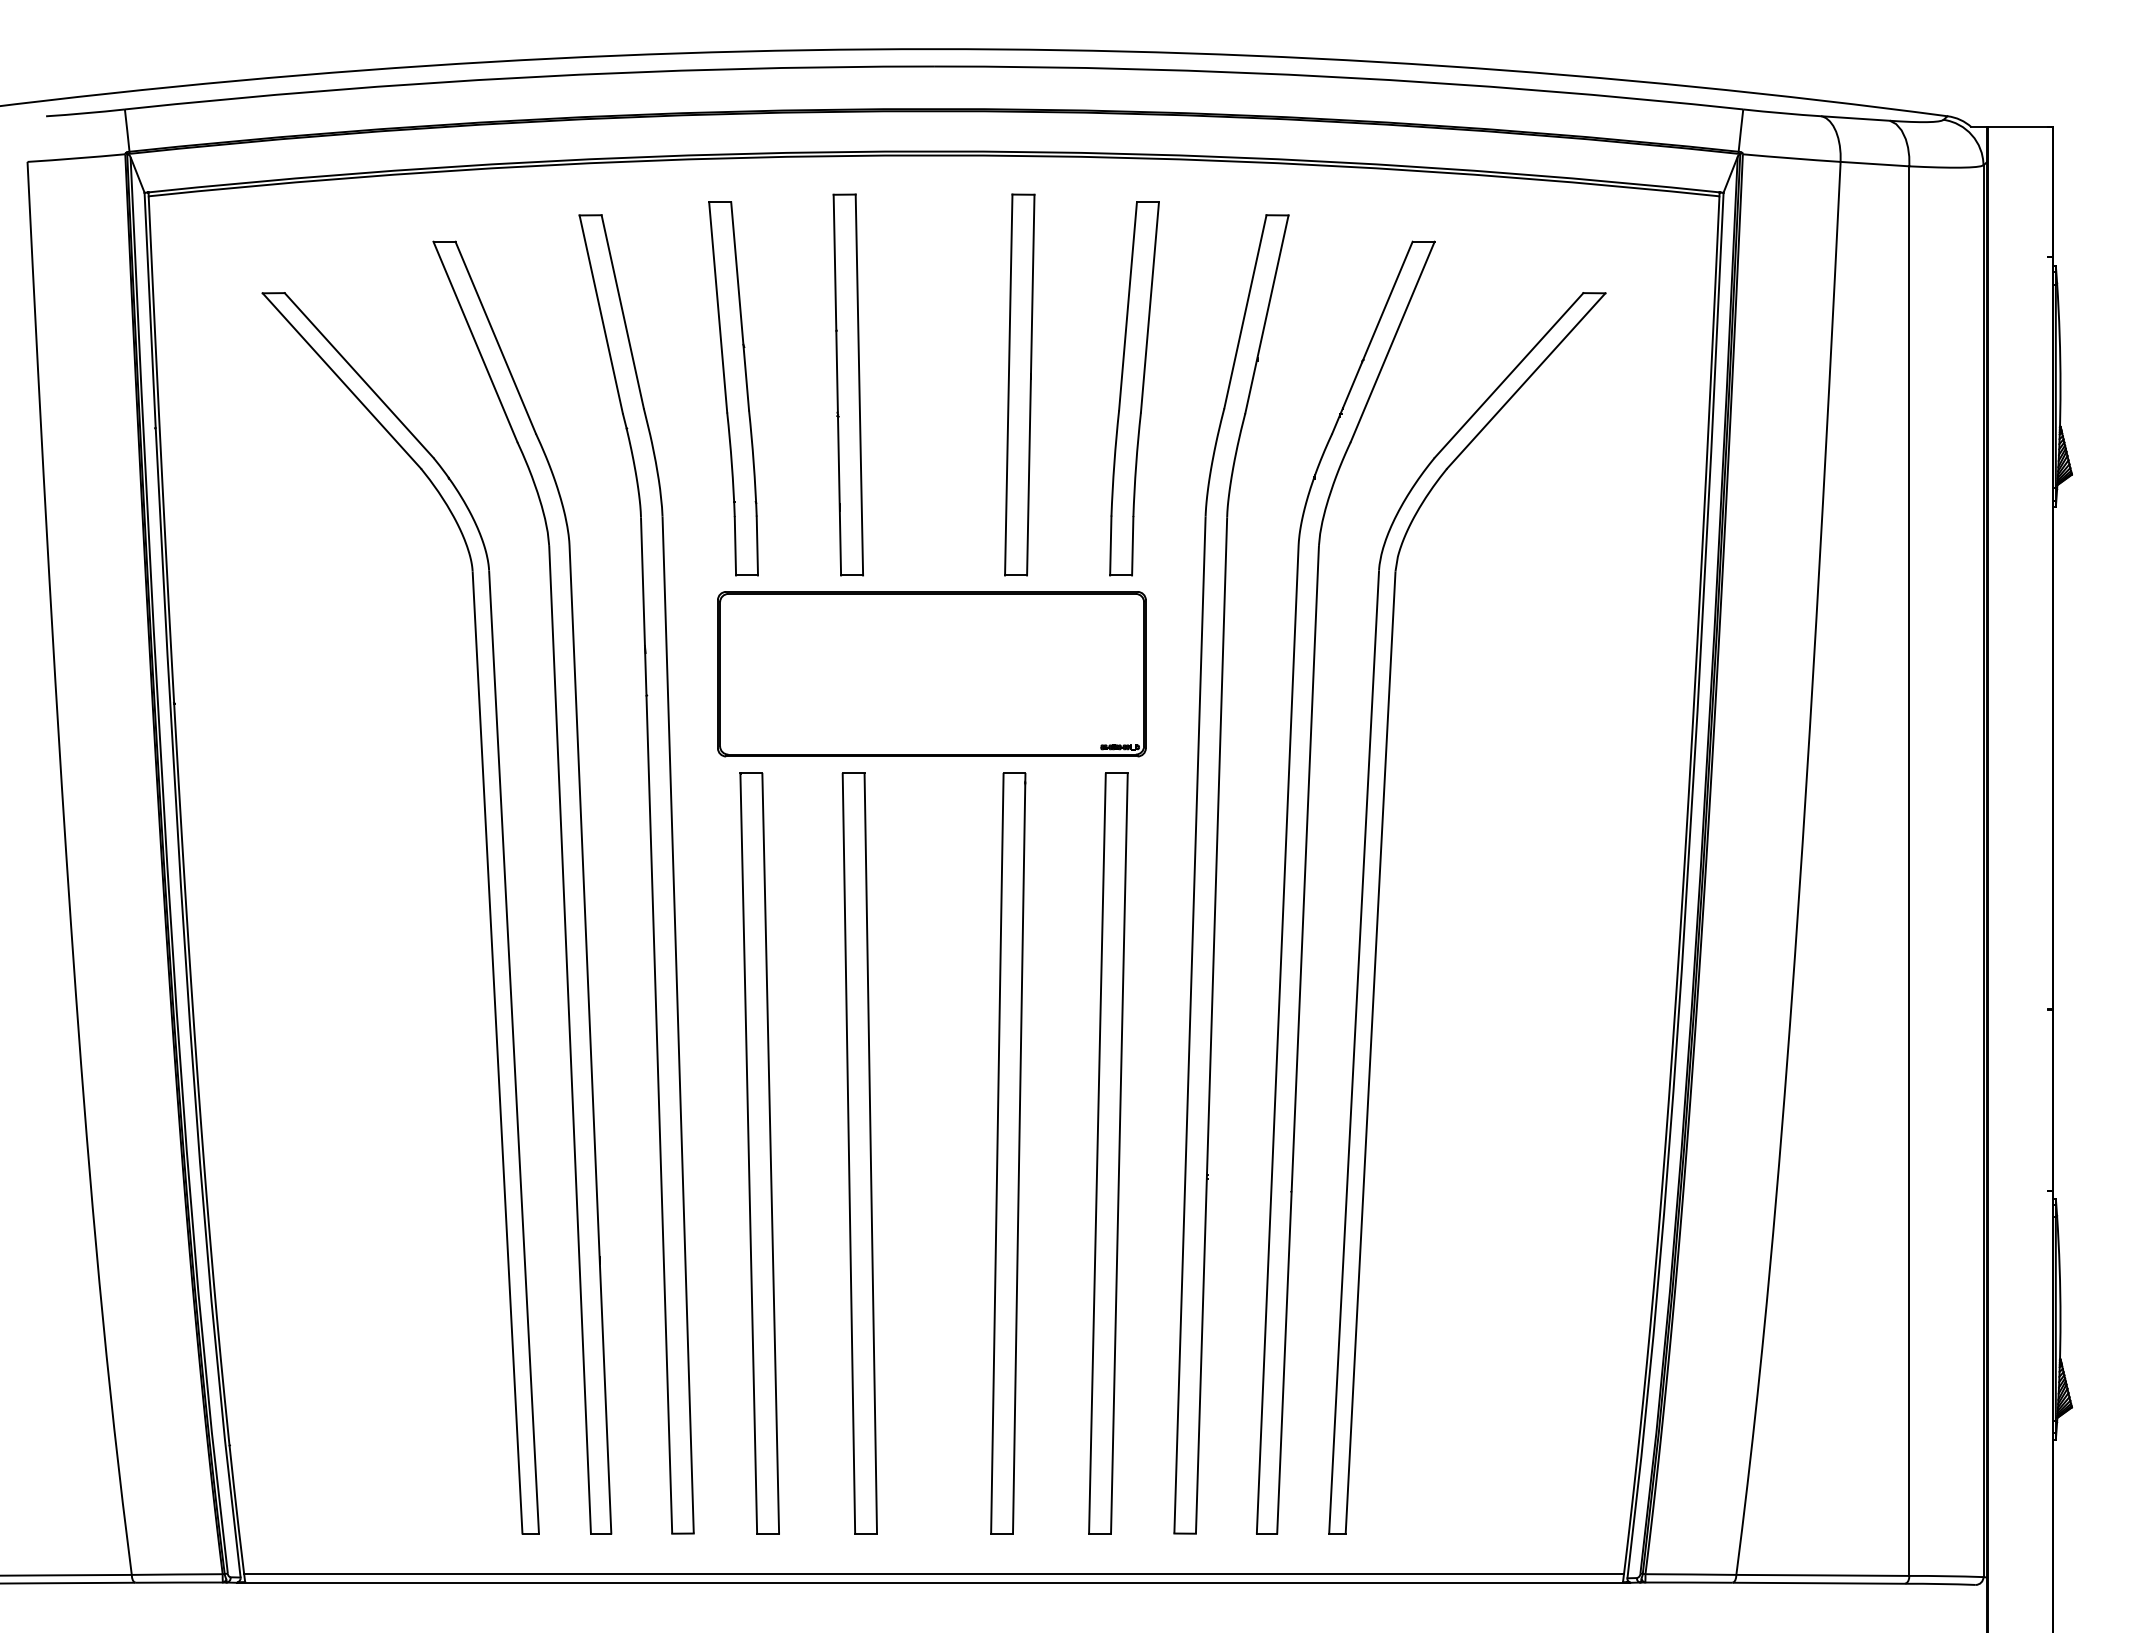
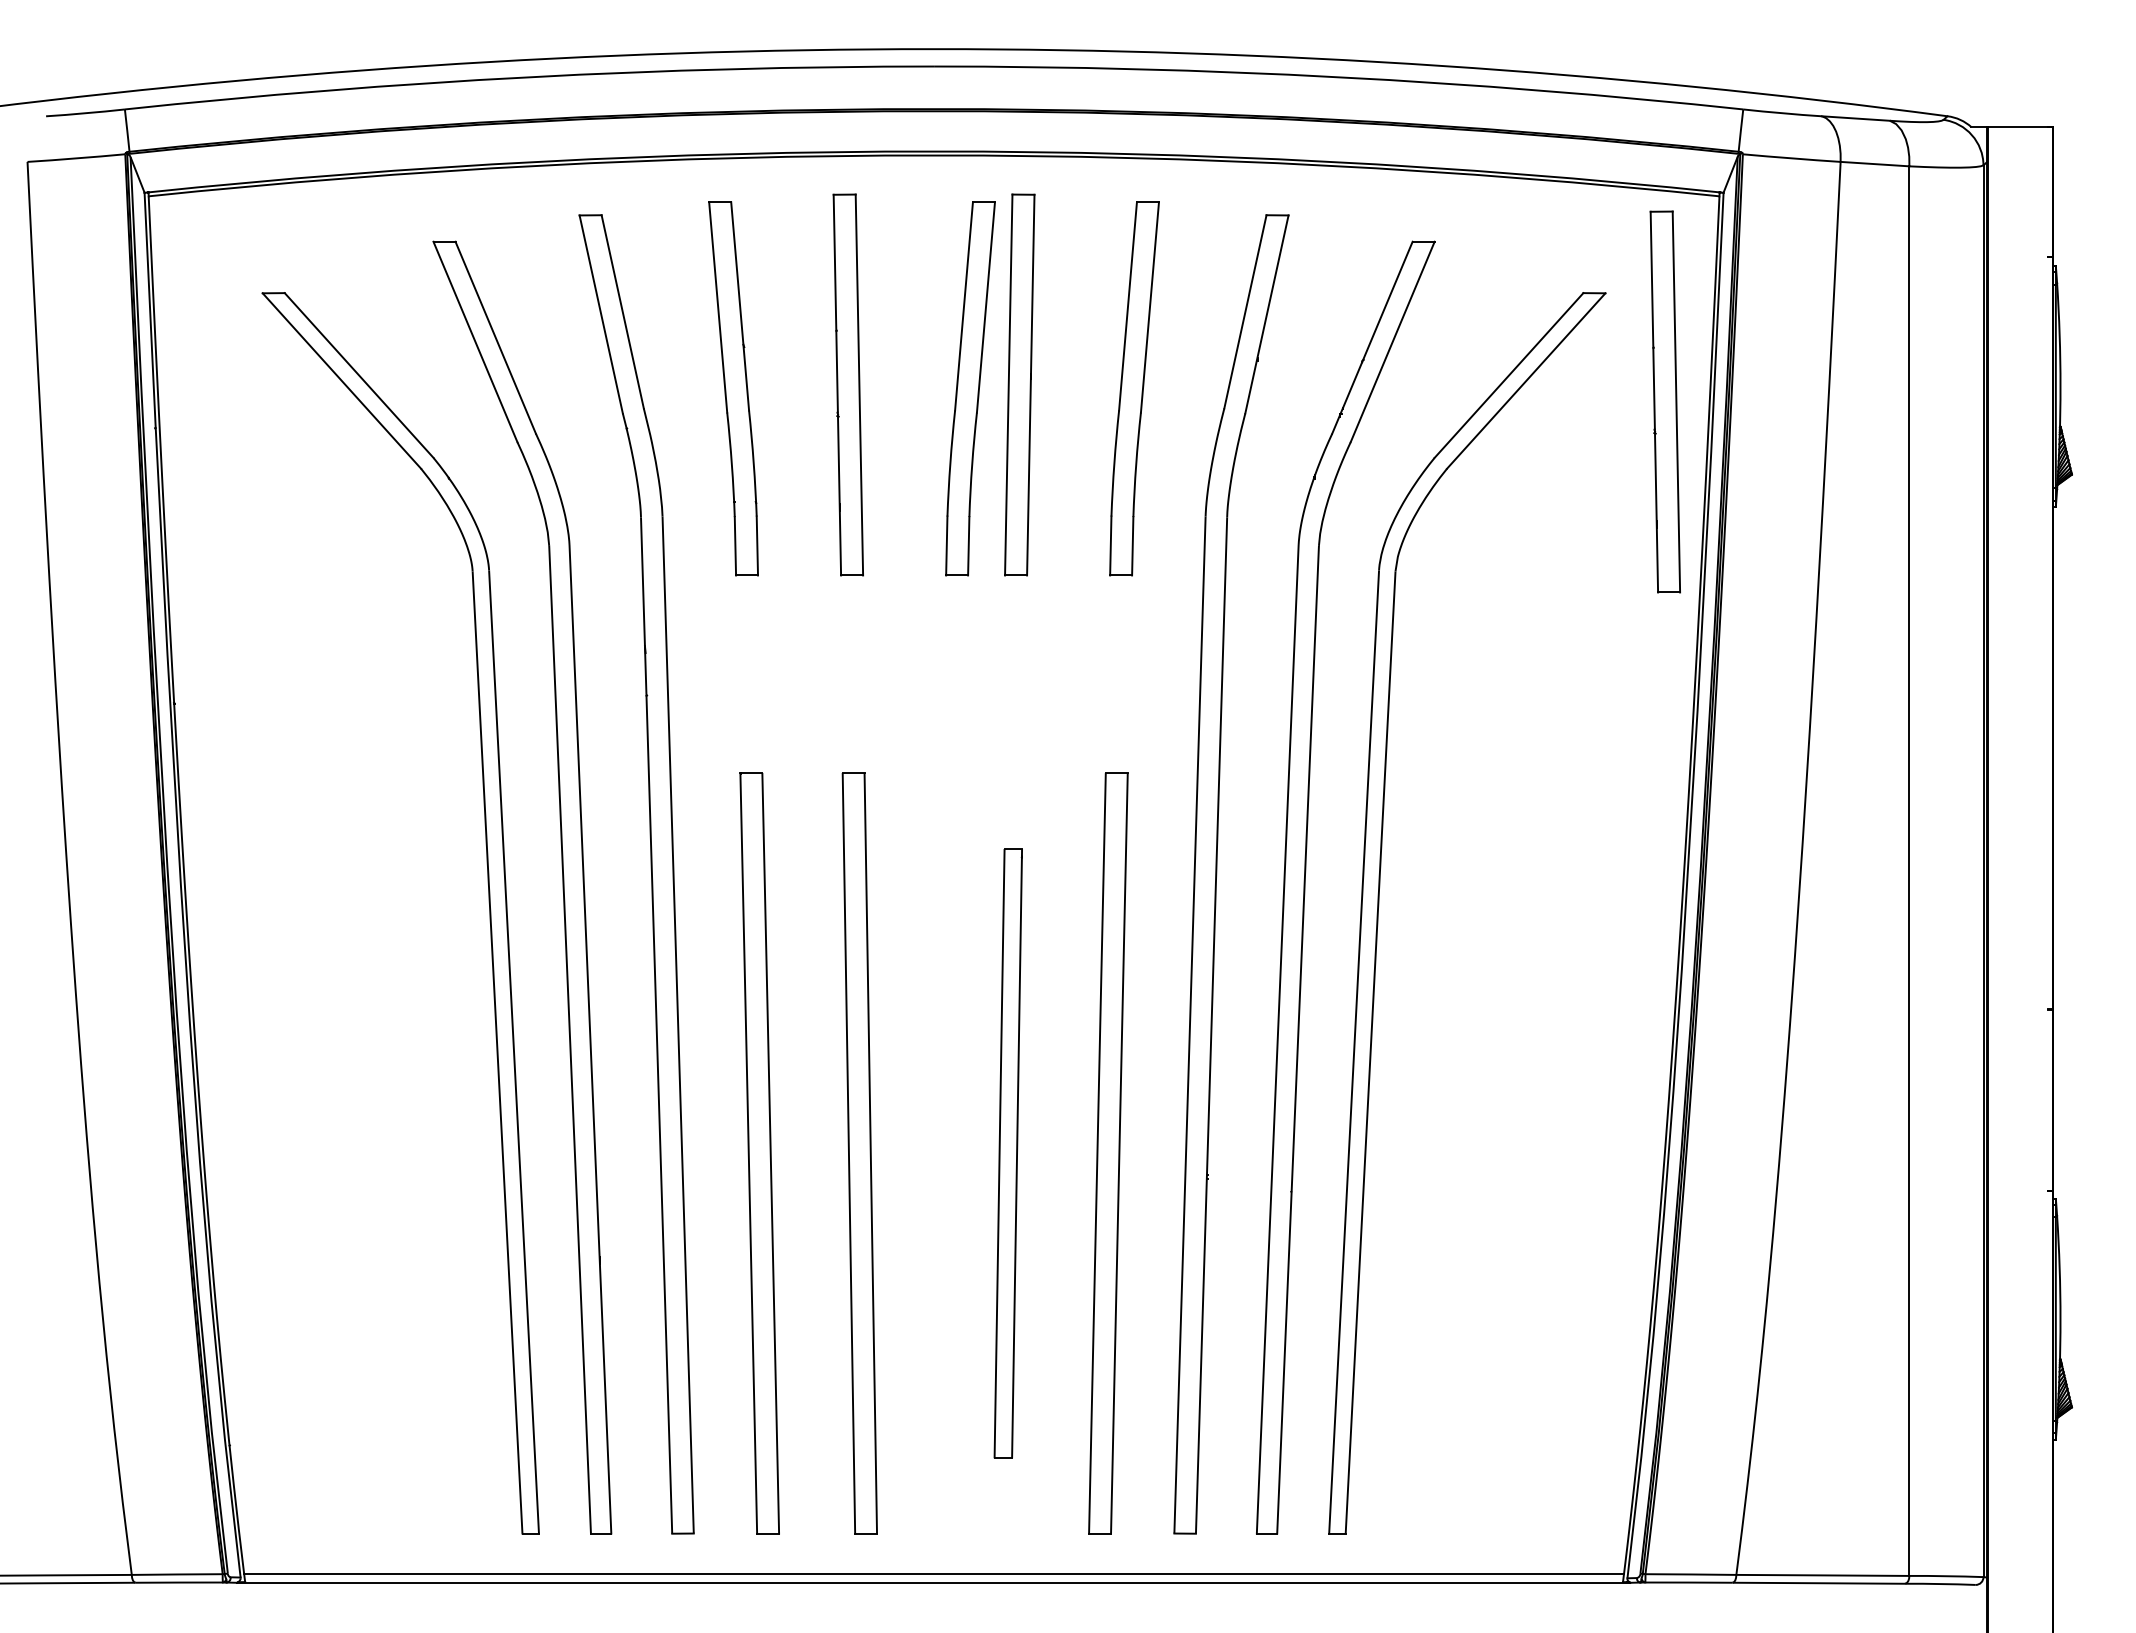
part at (970, 388): none -> present
part at (1664, 401): none -> present
part at (931, 674): present -> none
part at (1008, 1153) size: 37x763 px -> 30x611 px
